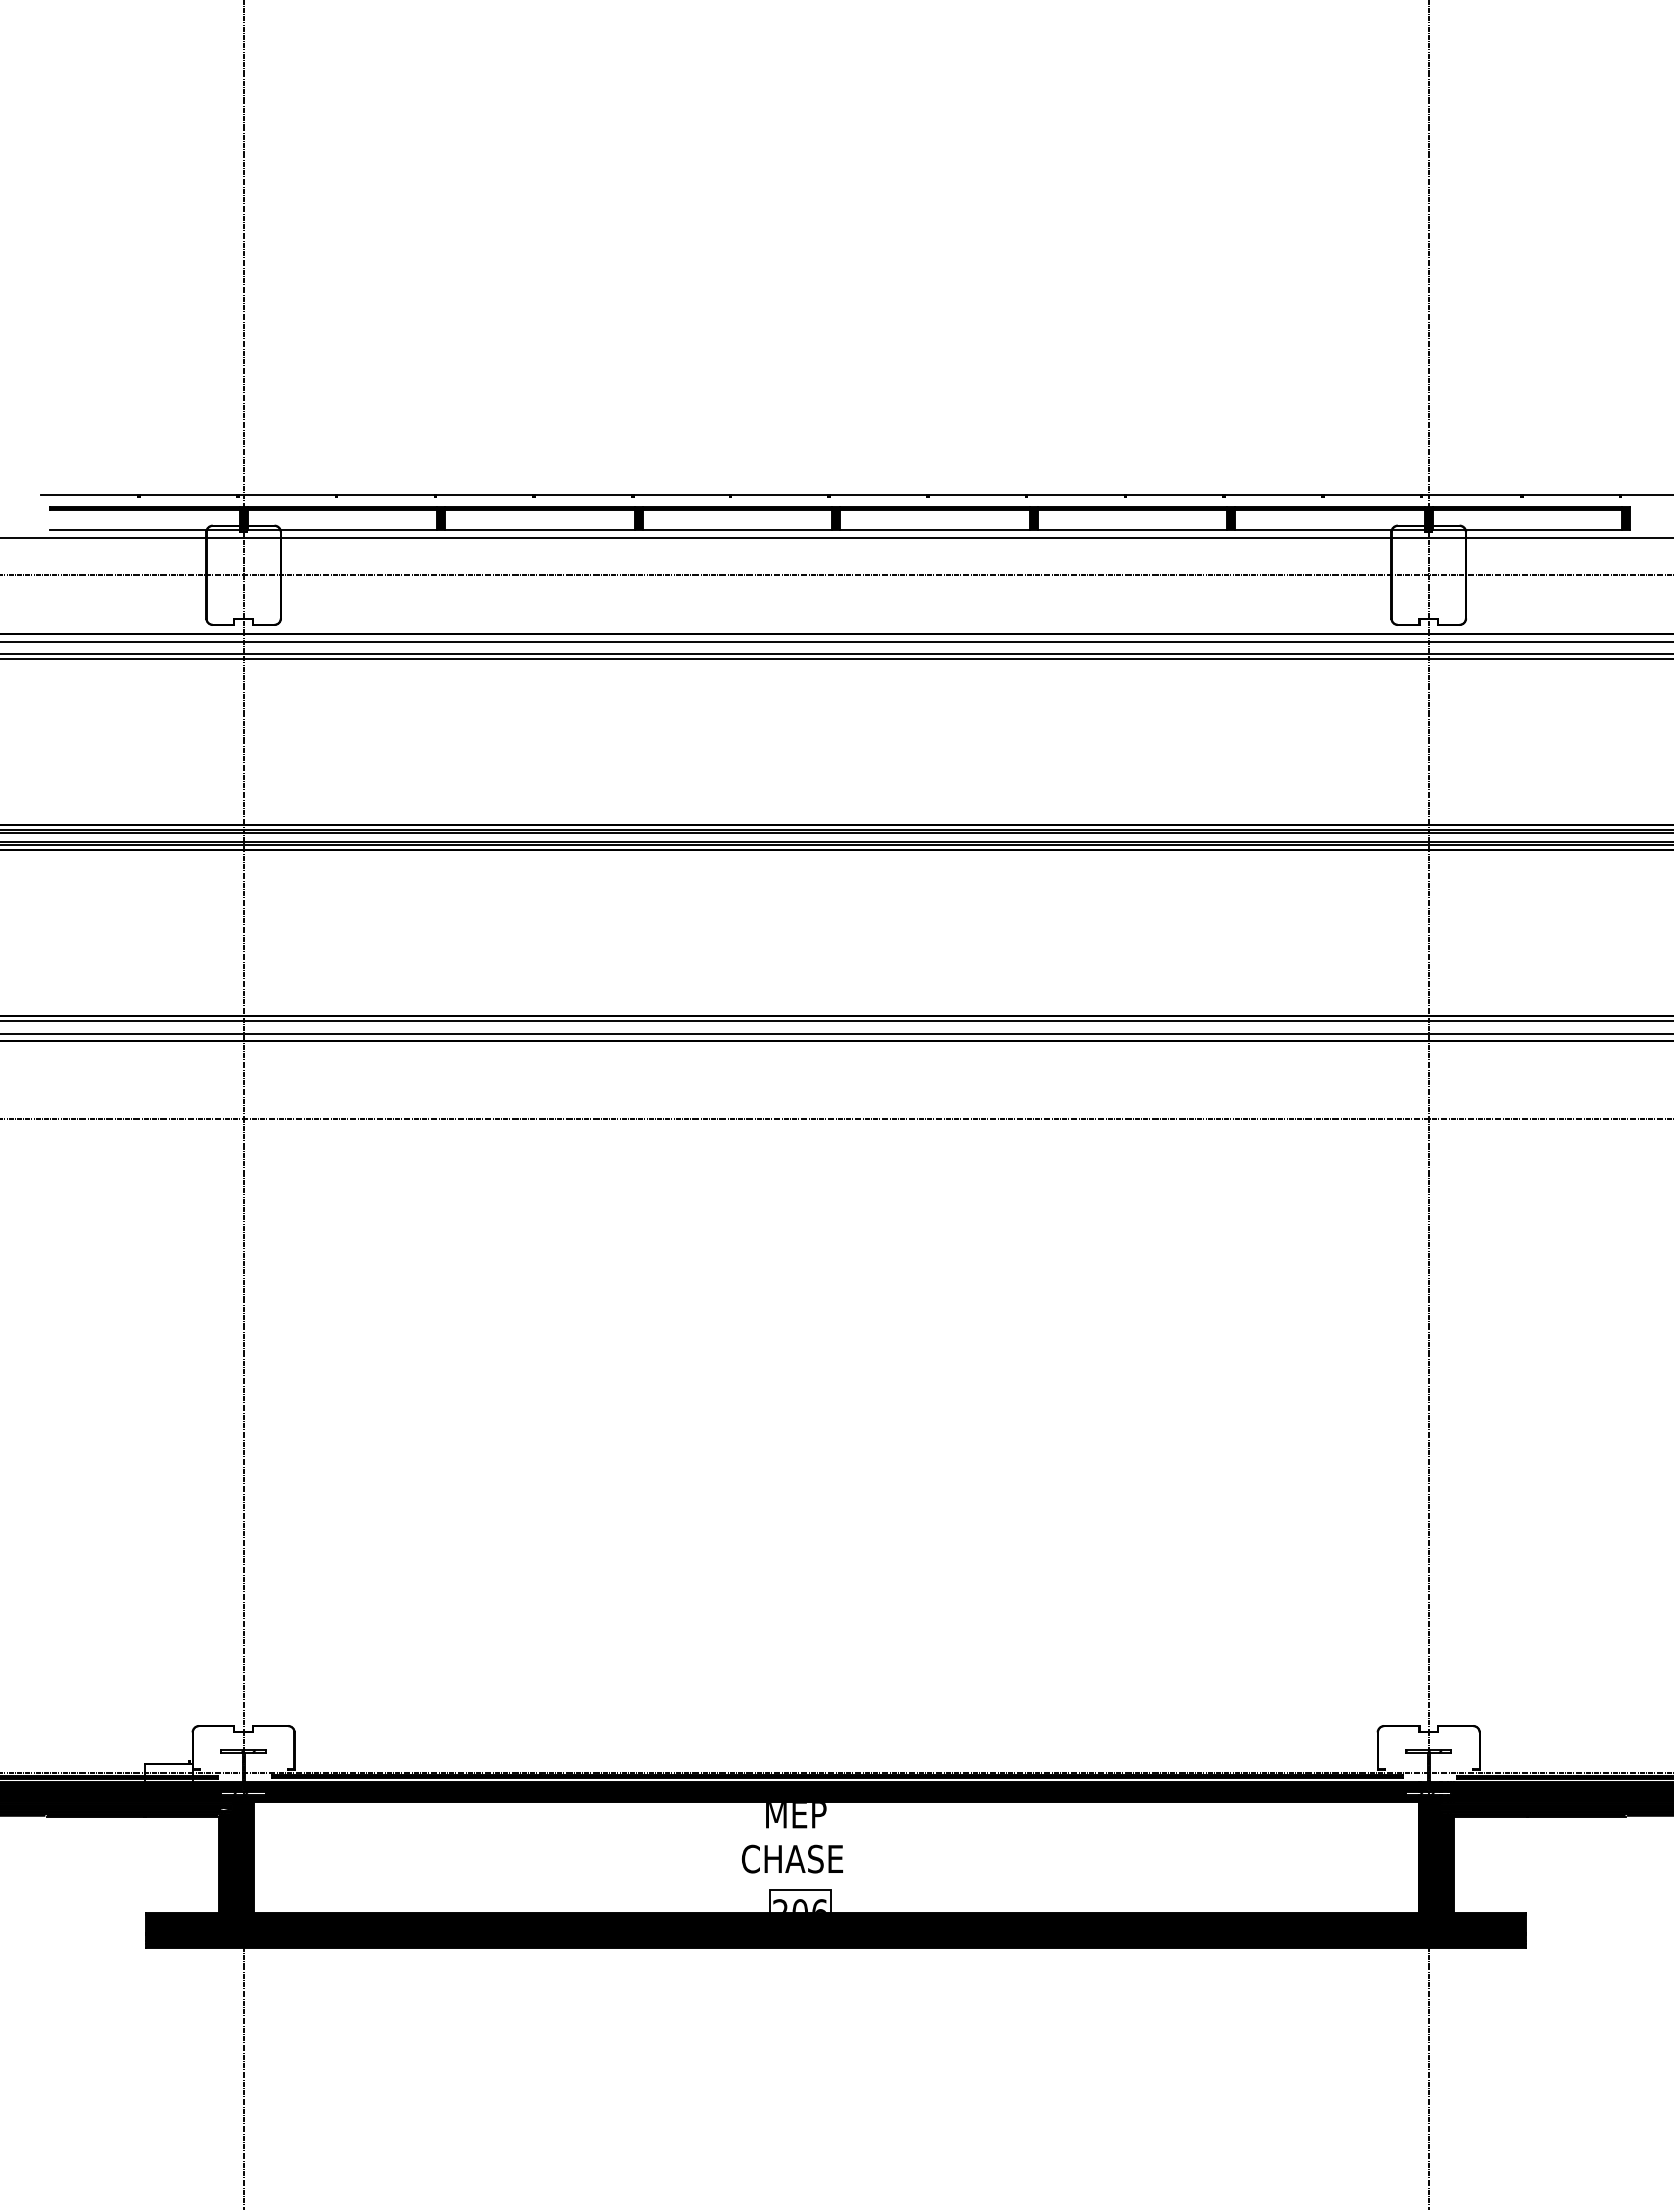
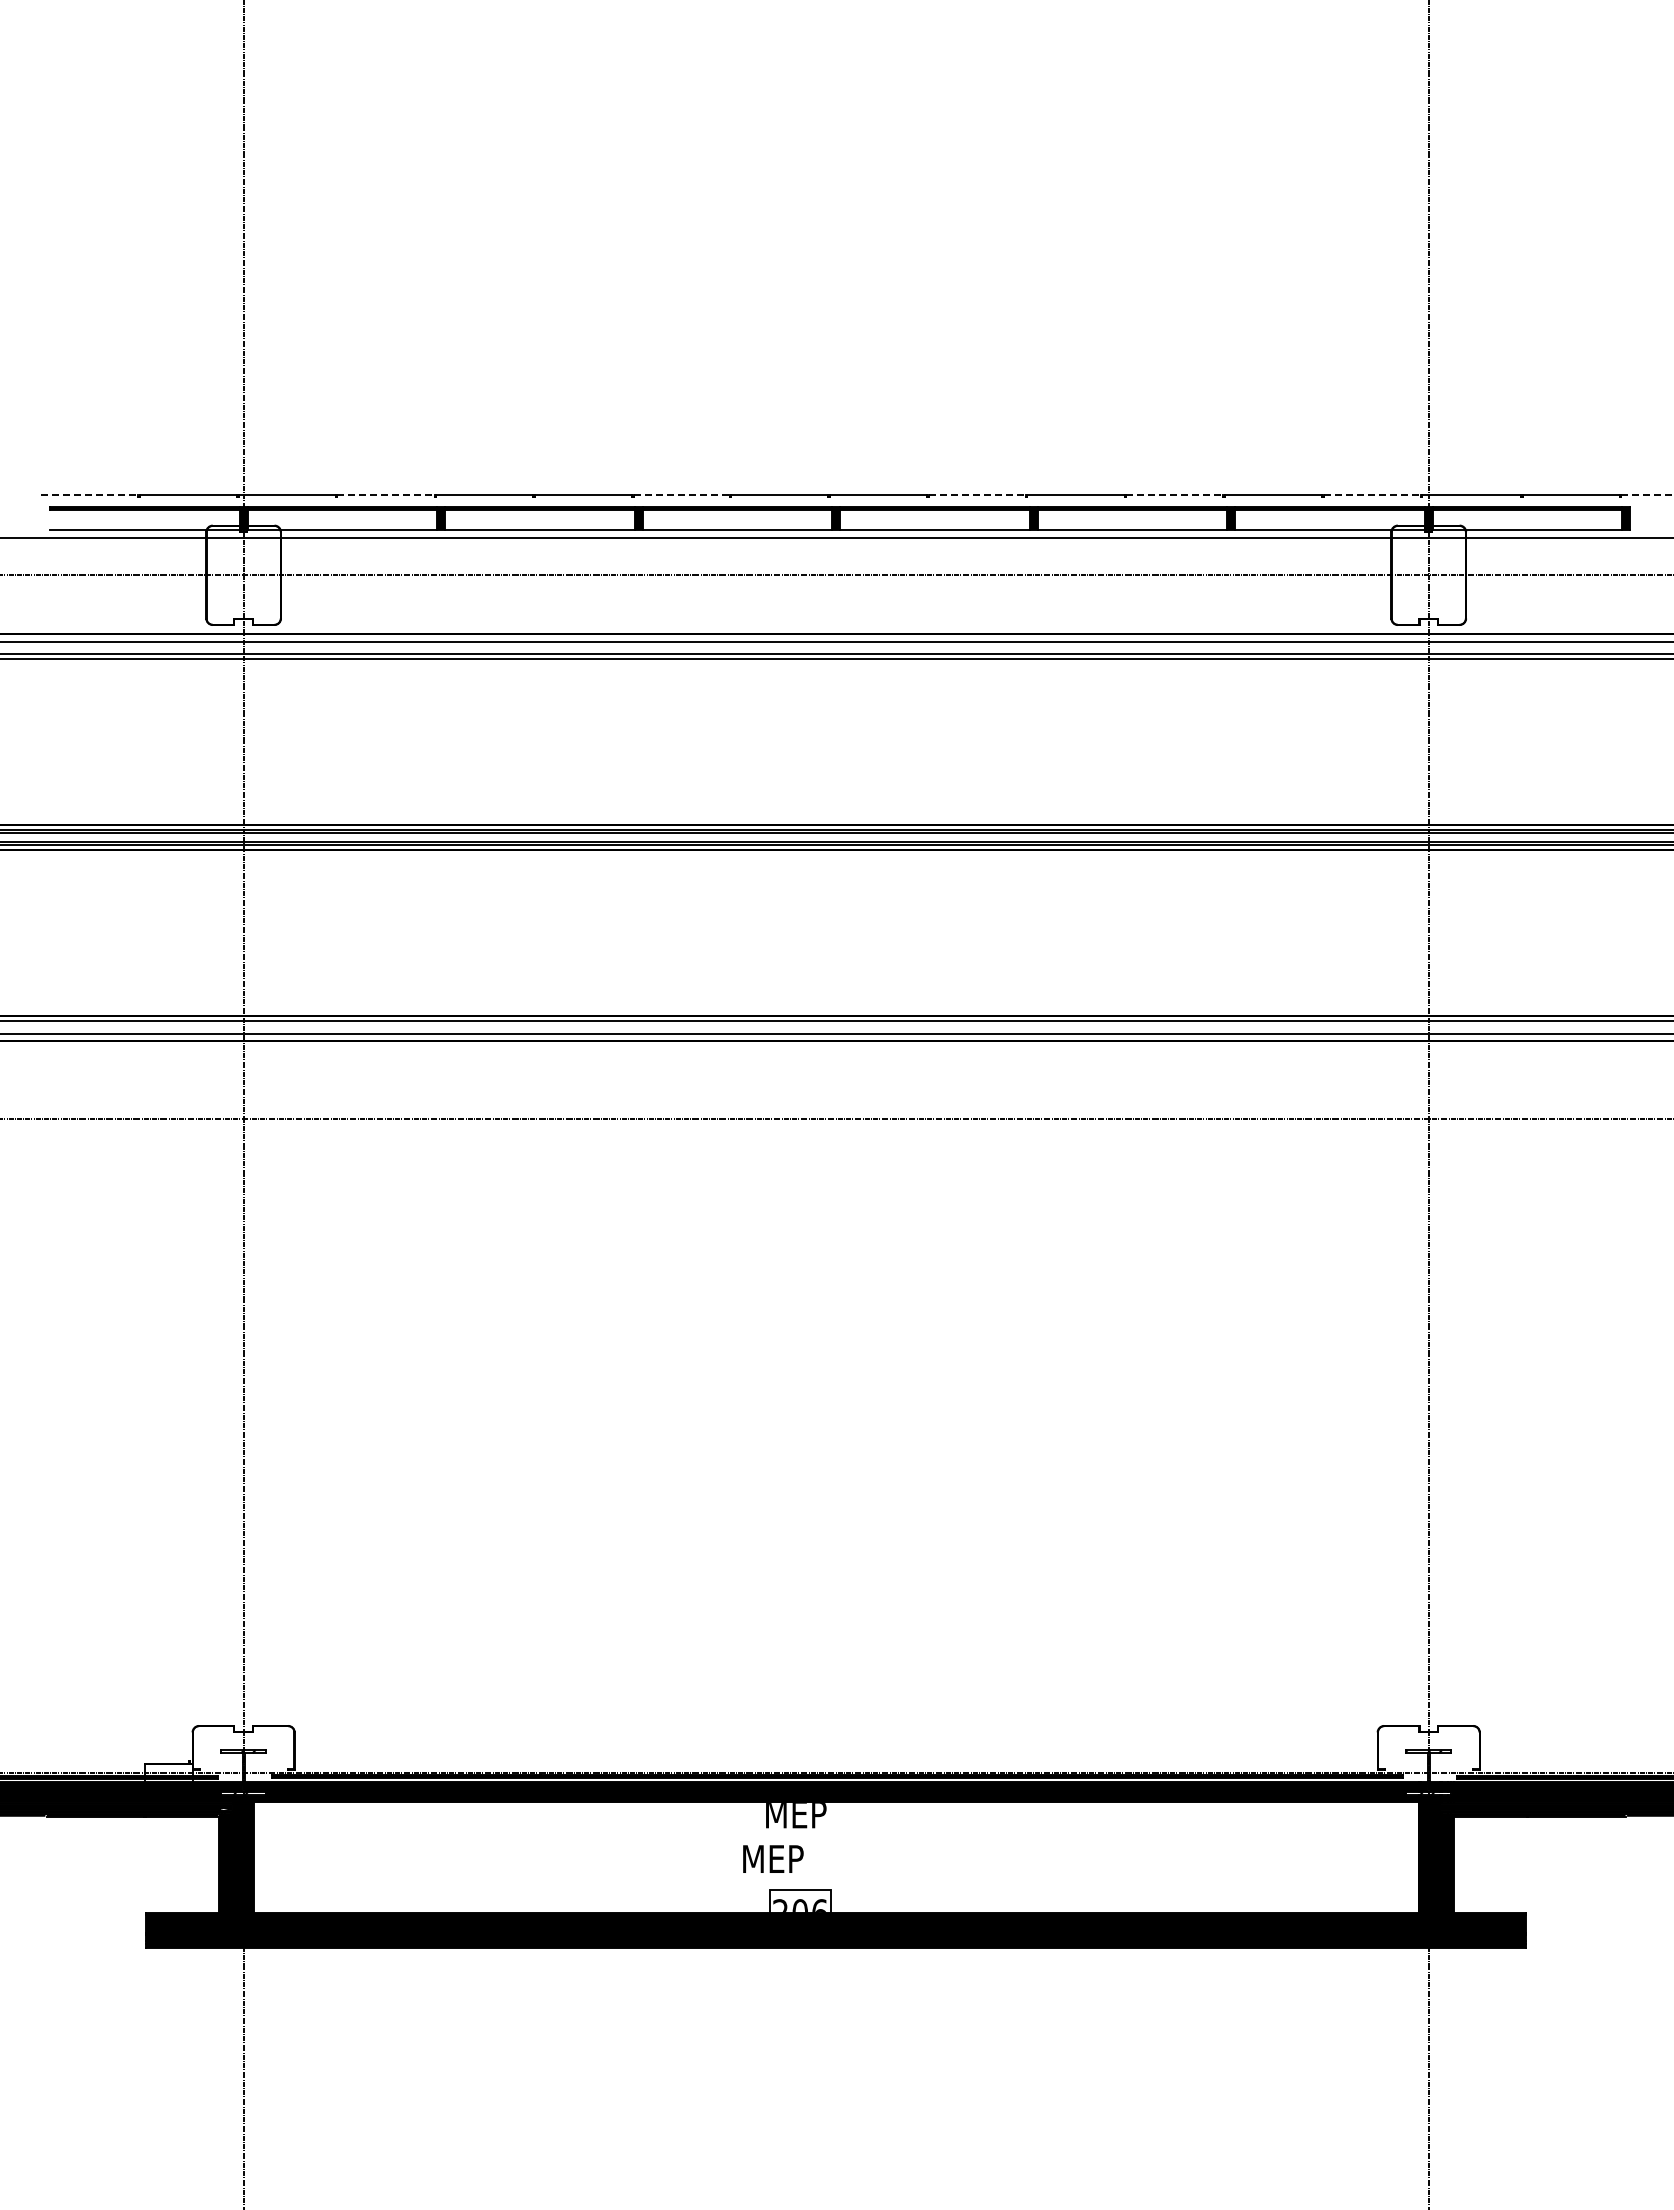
line at (89, 495): solid -> dashed
line at (386, 495): solid -> dashed
line at (681, 495): solid -> dashed
line at (977, 495): solid -> dashed
line at (1174, 495): solid -> dashed
line at (1372, 495): solid -> dashed
line at (1648, 495): solid -> dashed
text at (792, 1858): CHASE -> MEP
